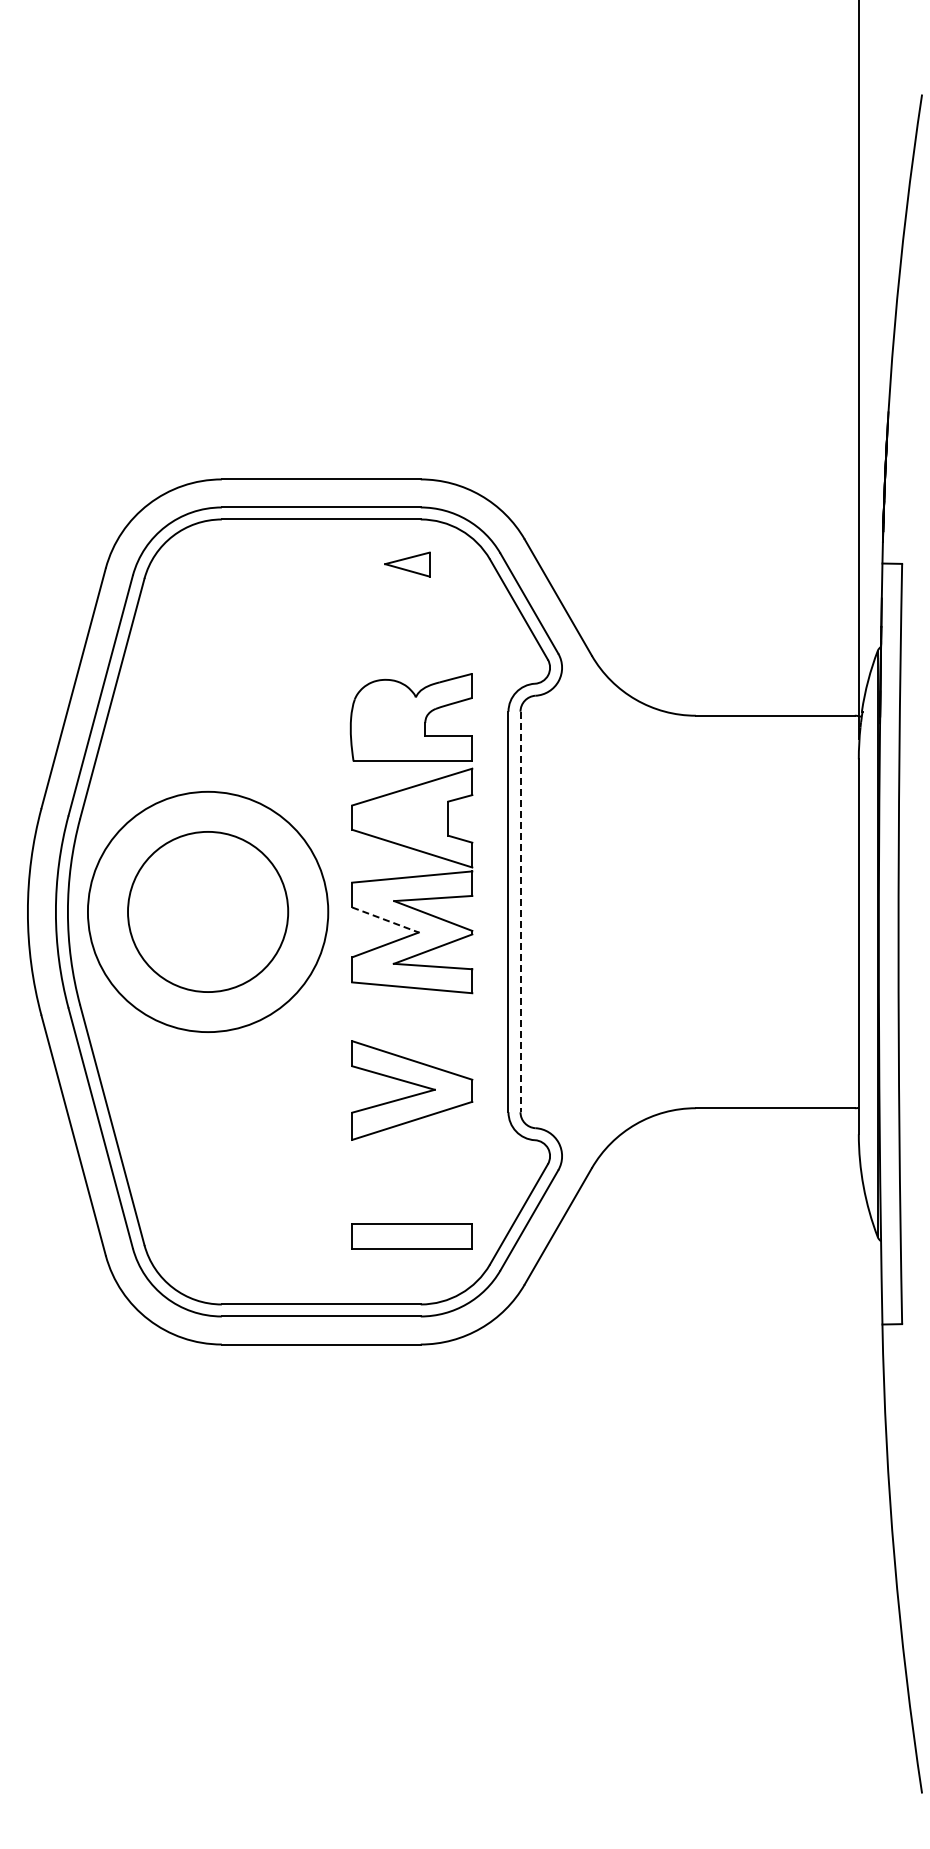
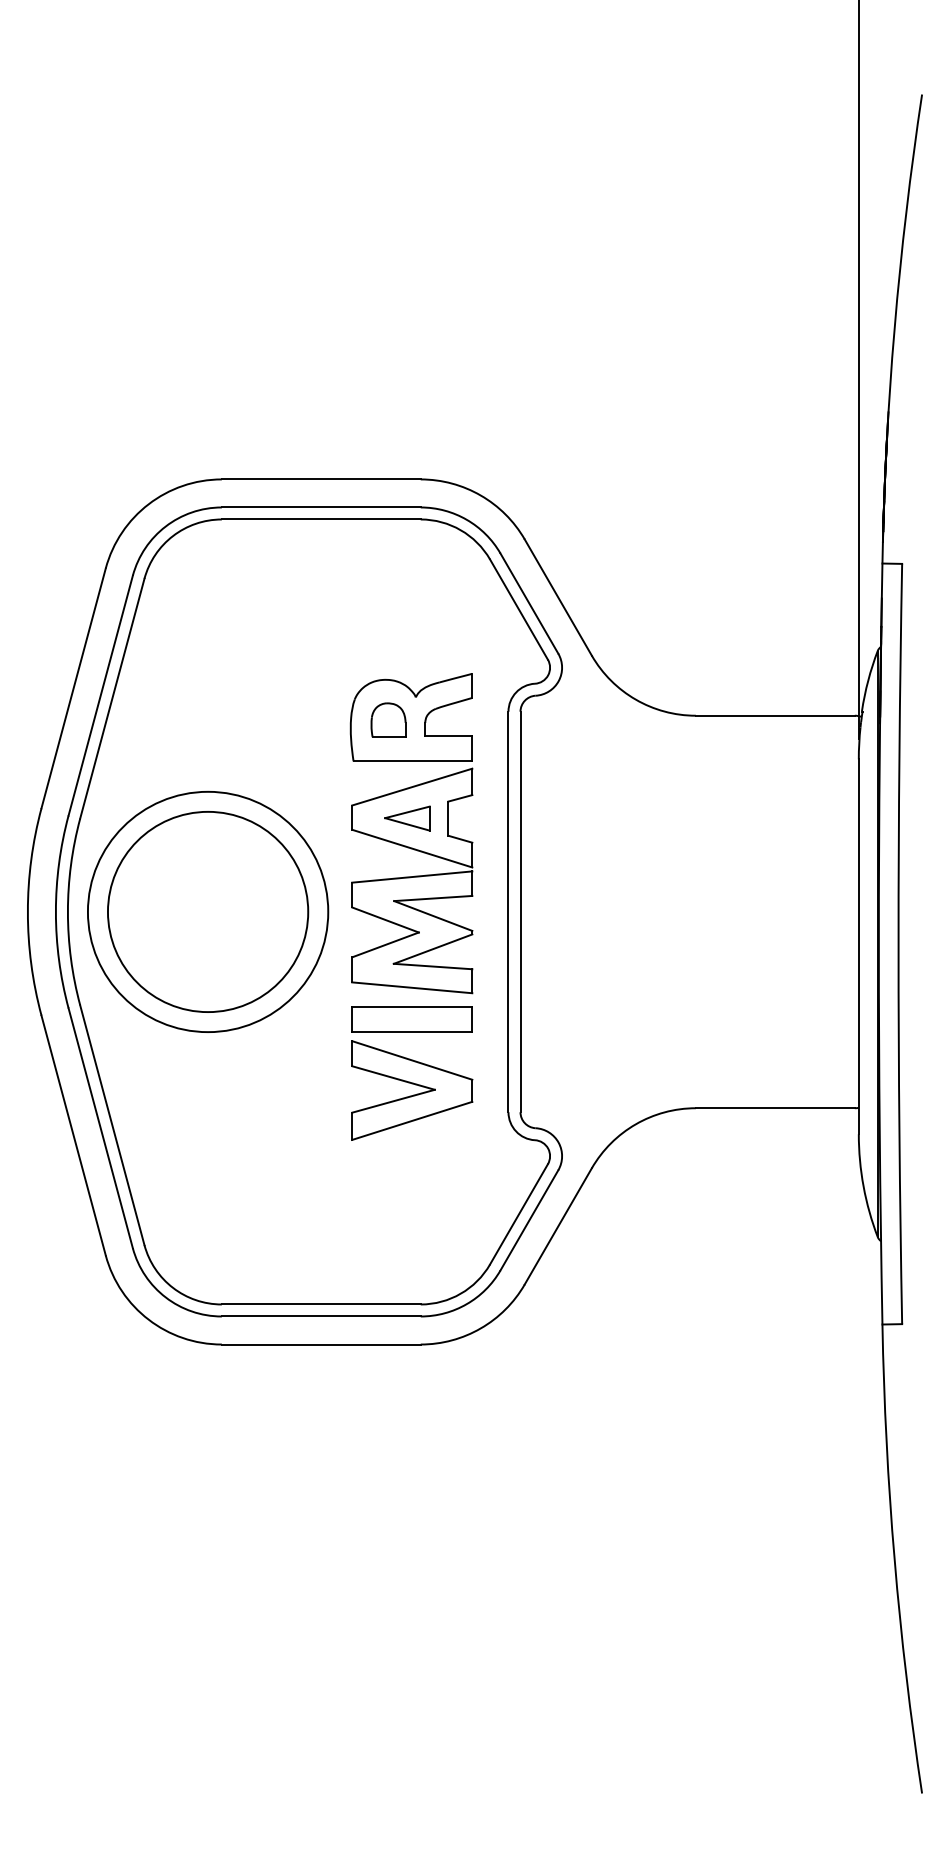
part at (407, 564) position: (407, 564) -> (407, 818)
part at (388, 719): none -> present
circle at (208, 911) diameter: 160 px -> 200 px
line at (520, 912): dashed -> solid
line at (385, 919): dashed -> solid
part at (411, 1236) position: (411, 1236) -> (411, 1019)
